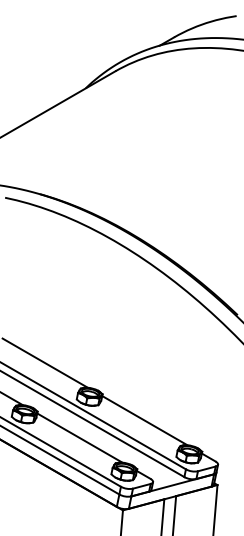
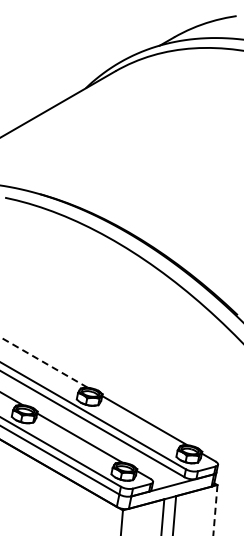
line at (45, 363): solid -> dashed
line at (215, 510): solid -> dashed
